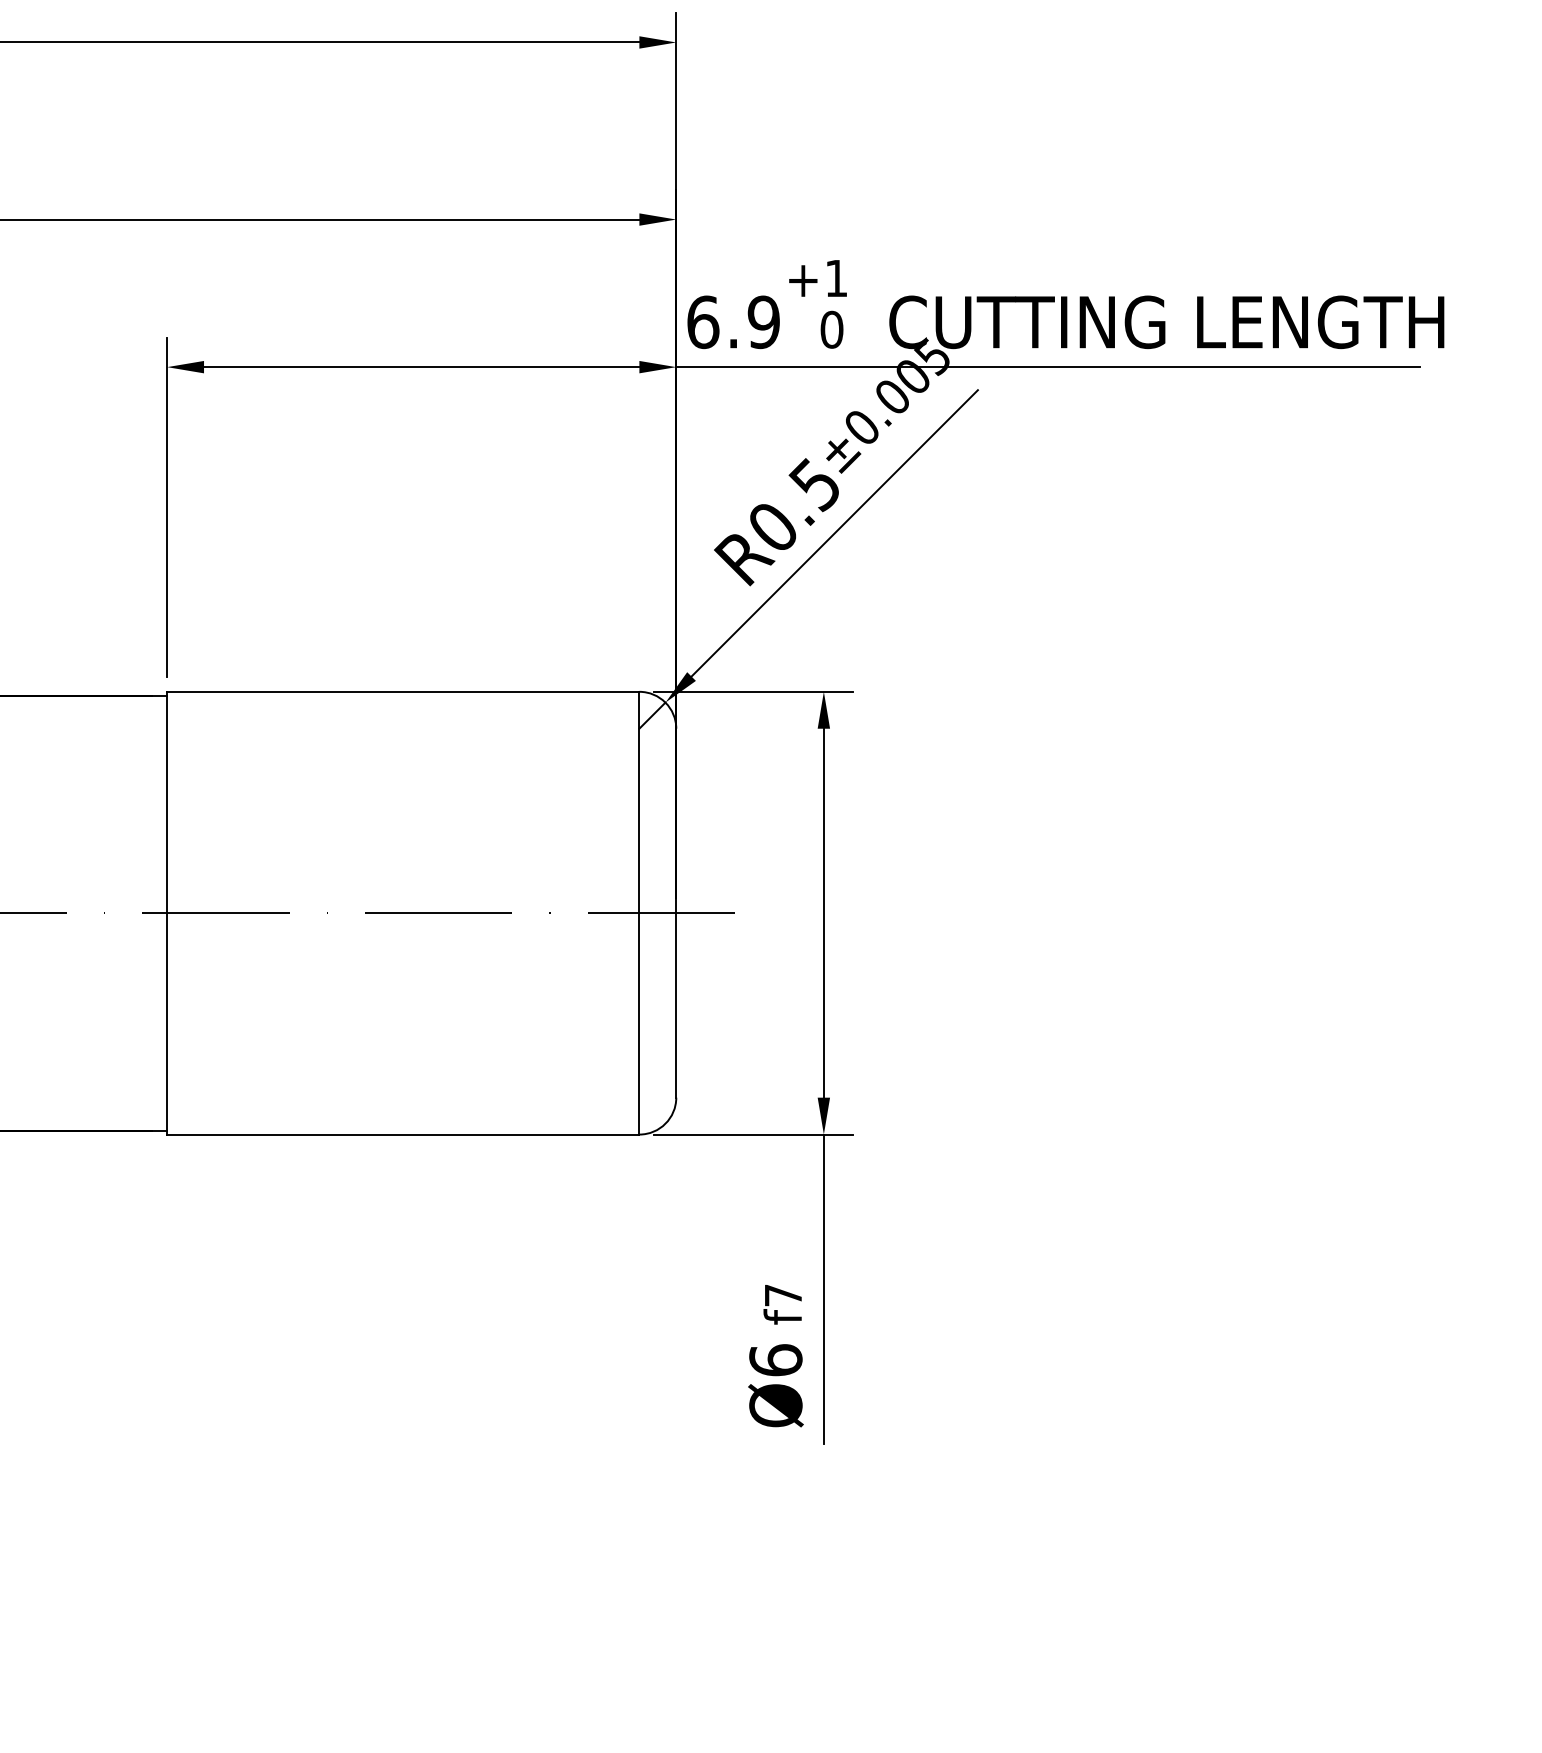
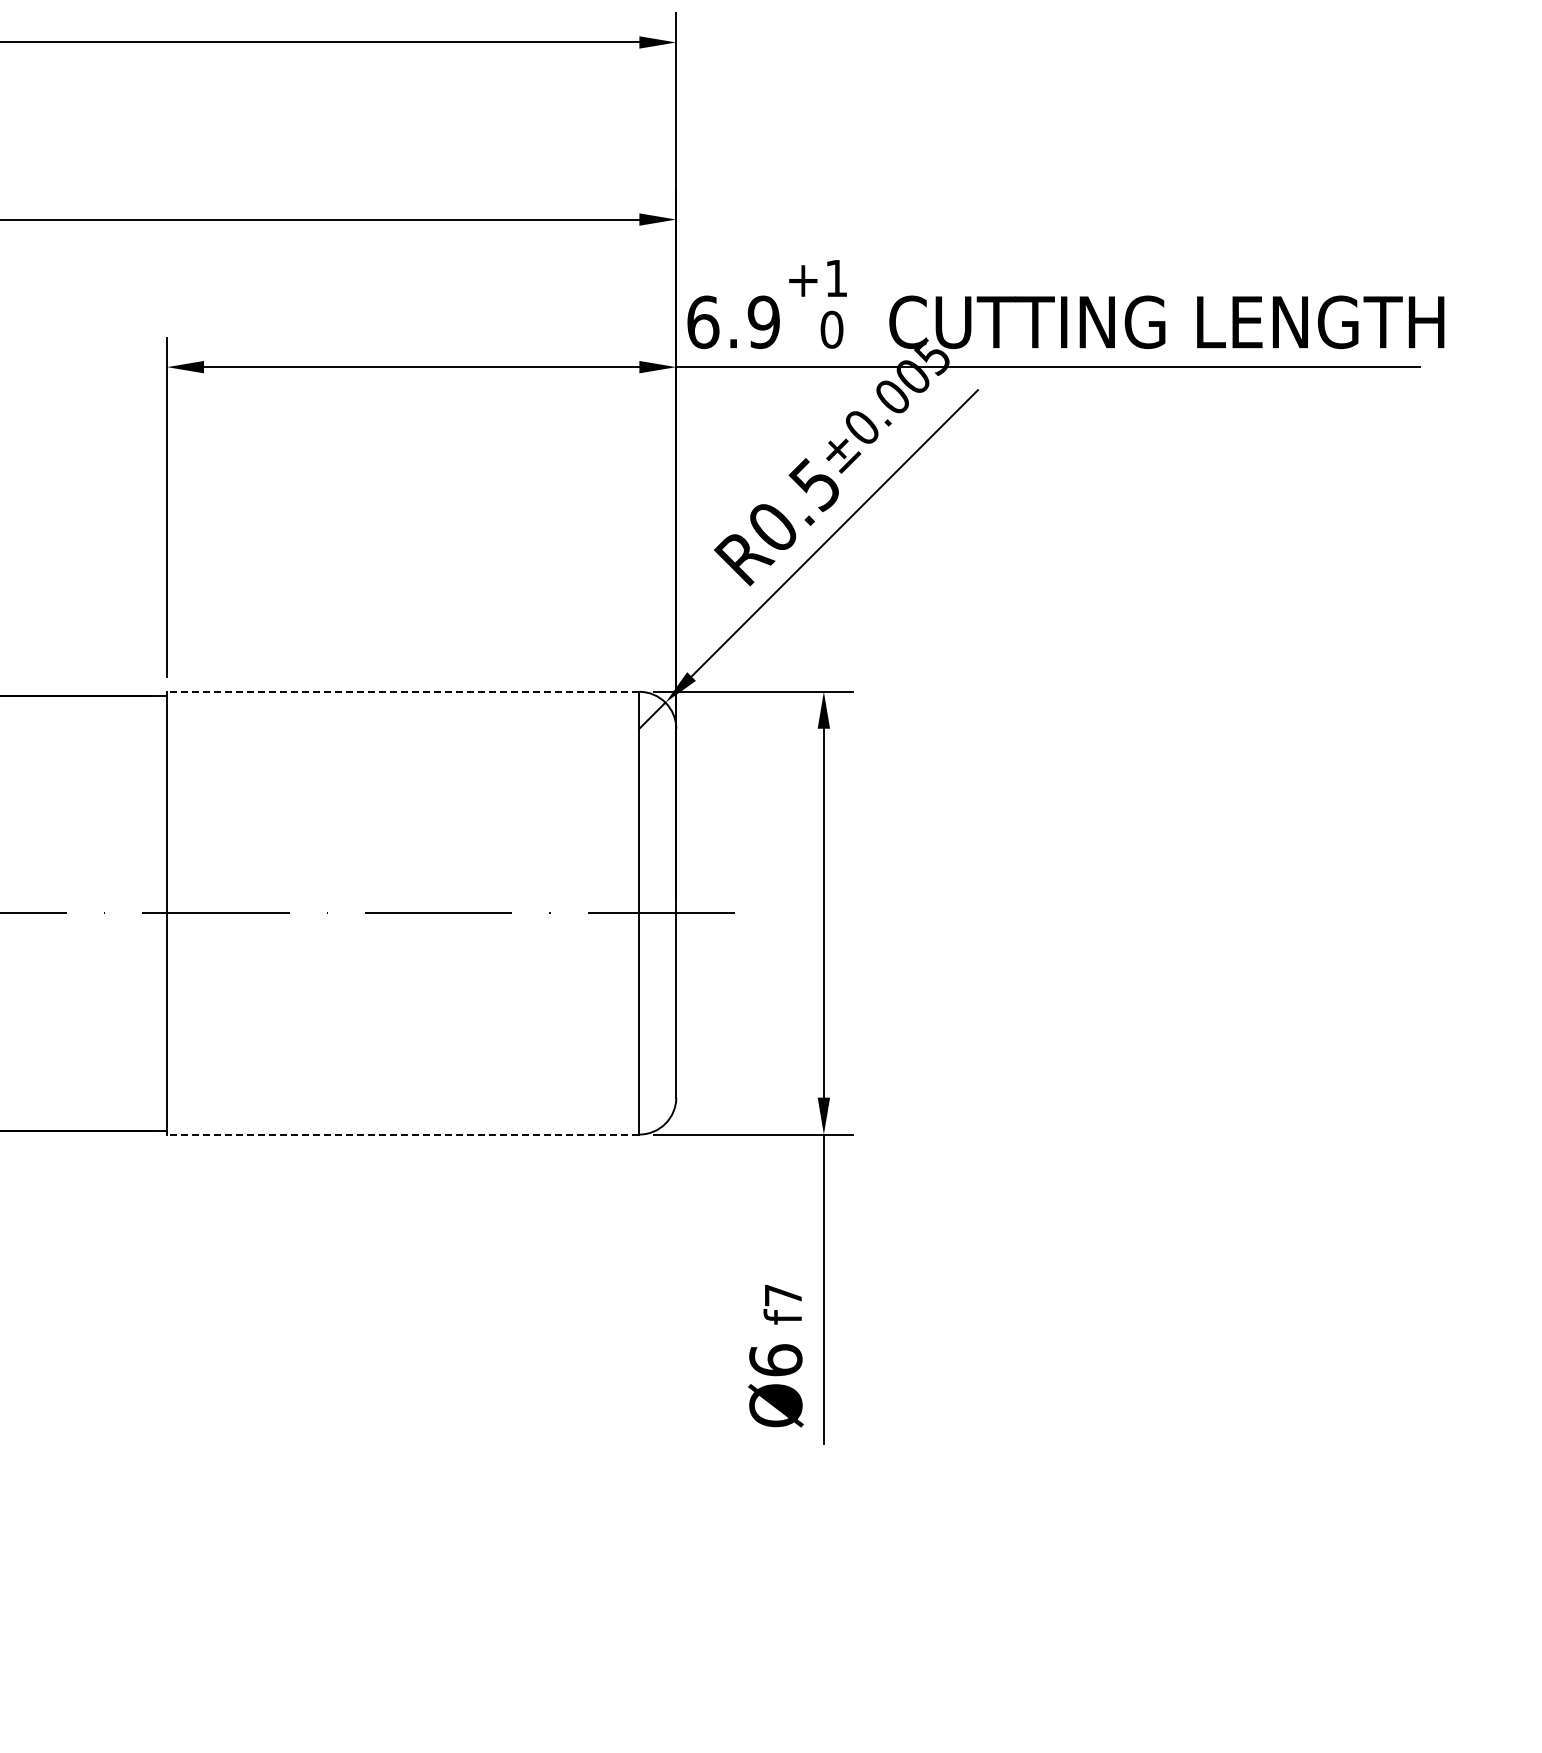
line at (402, 691): solid -> dashed
line at (402, 1134): solid -> dashed
